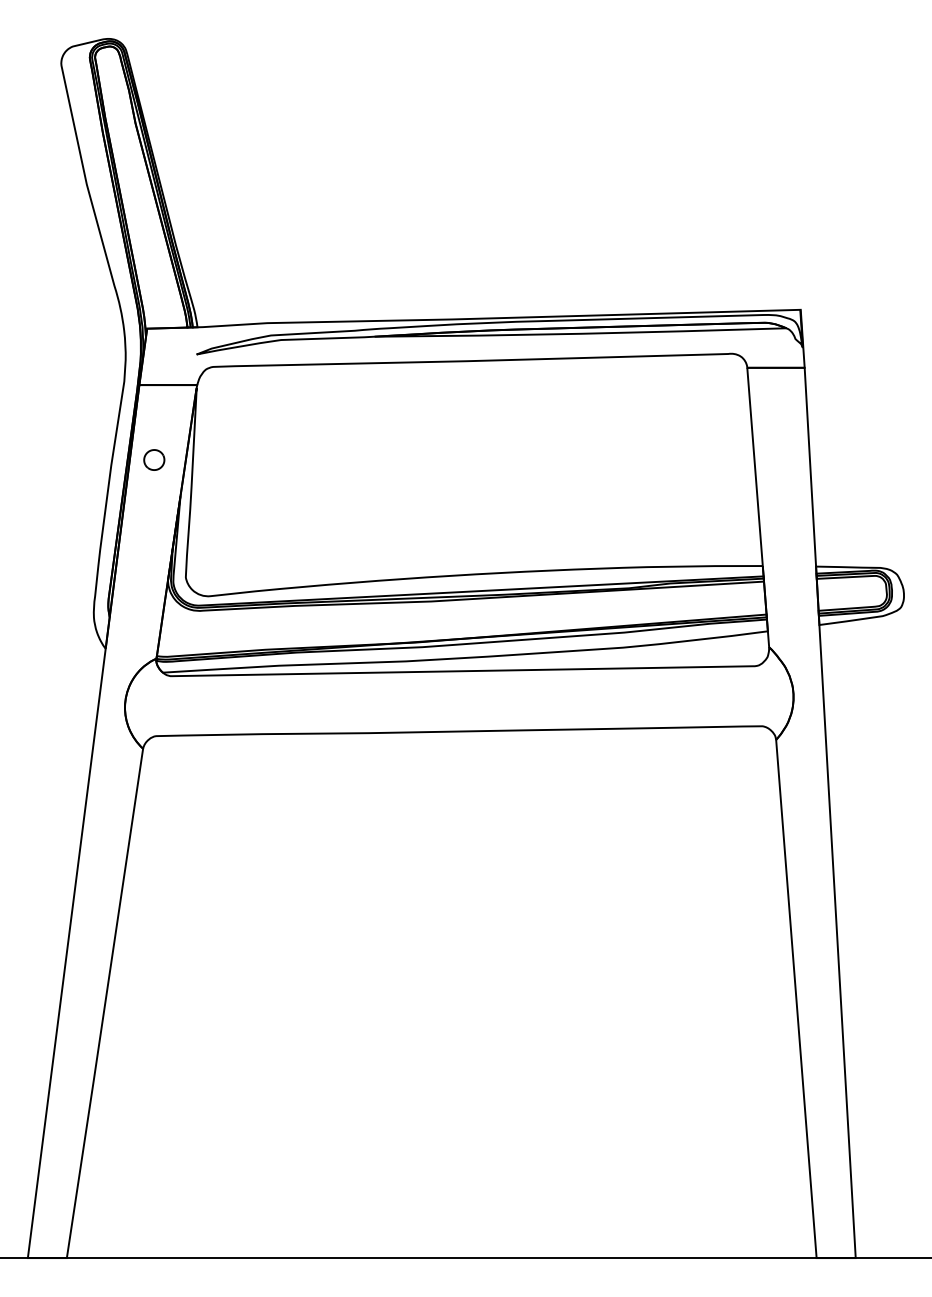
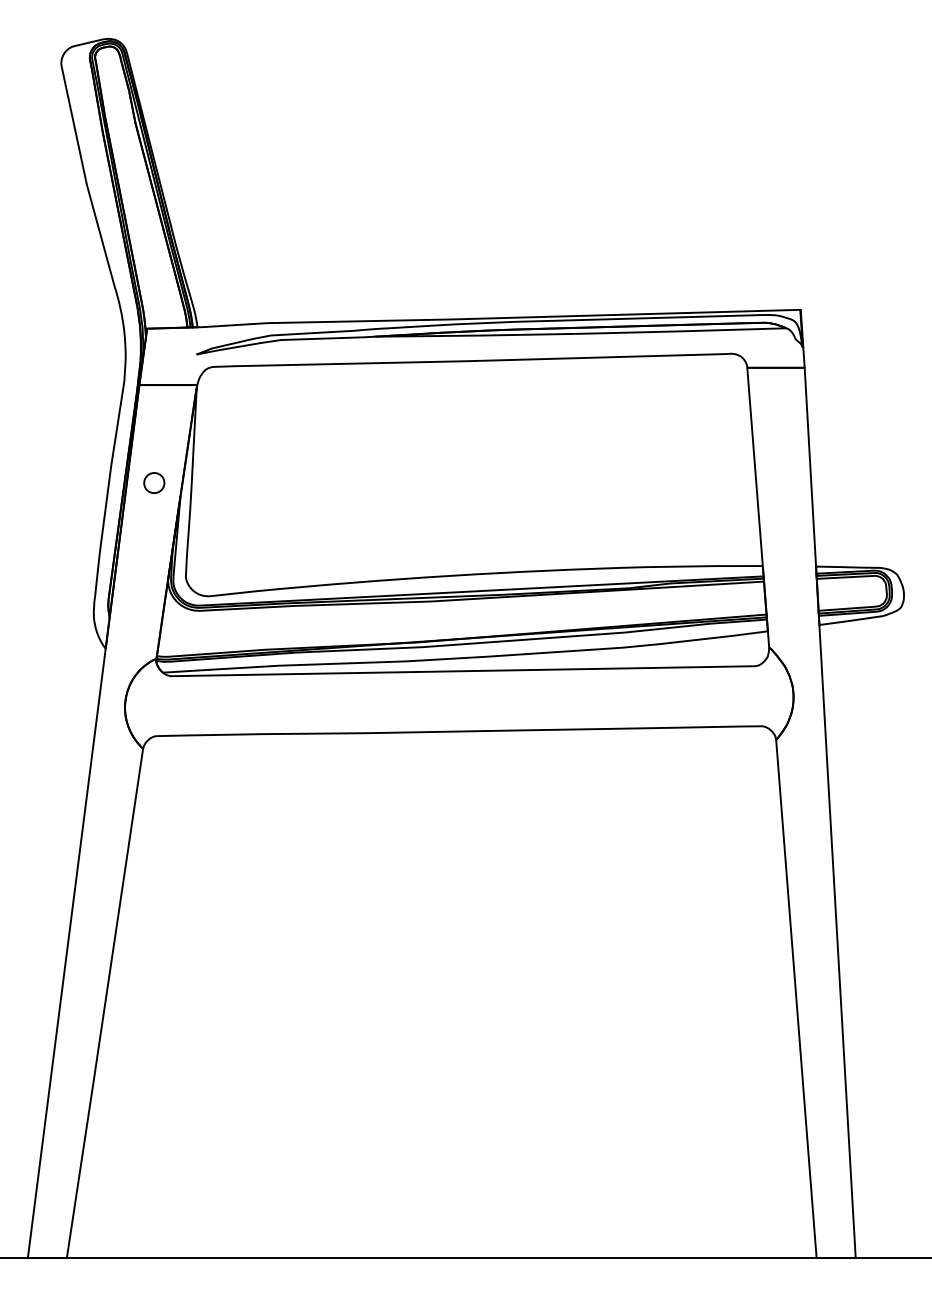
part at (154, 459) position: (154, 459) -> (154, 482)
